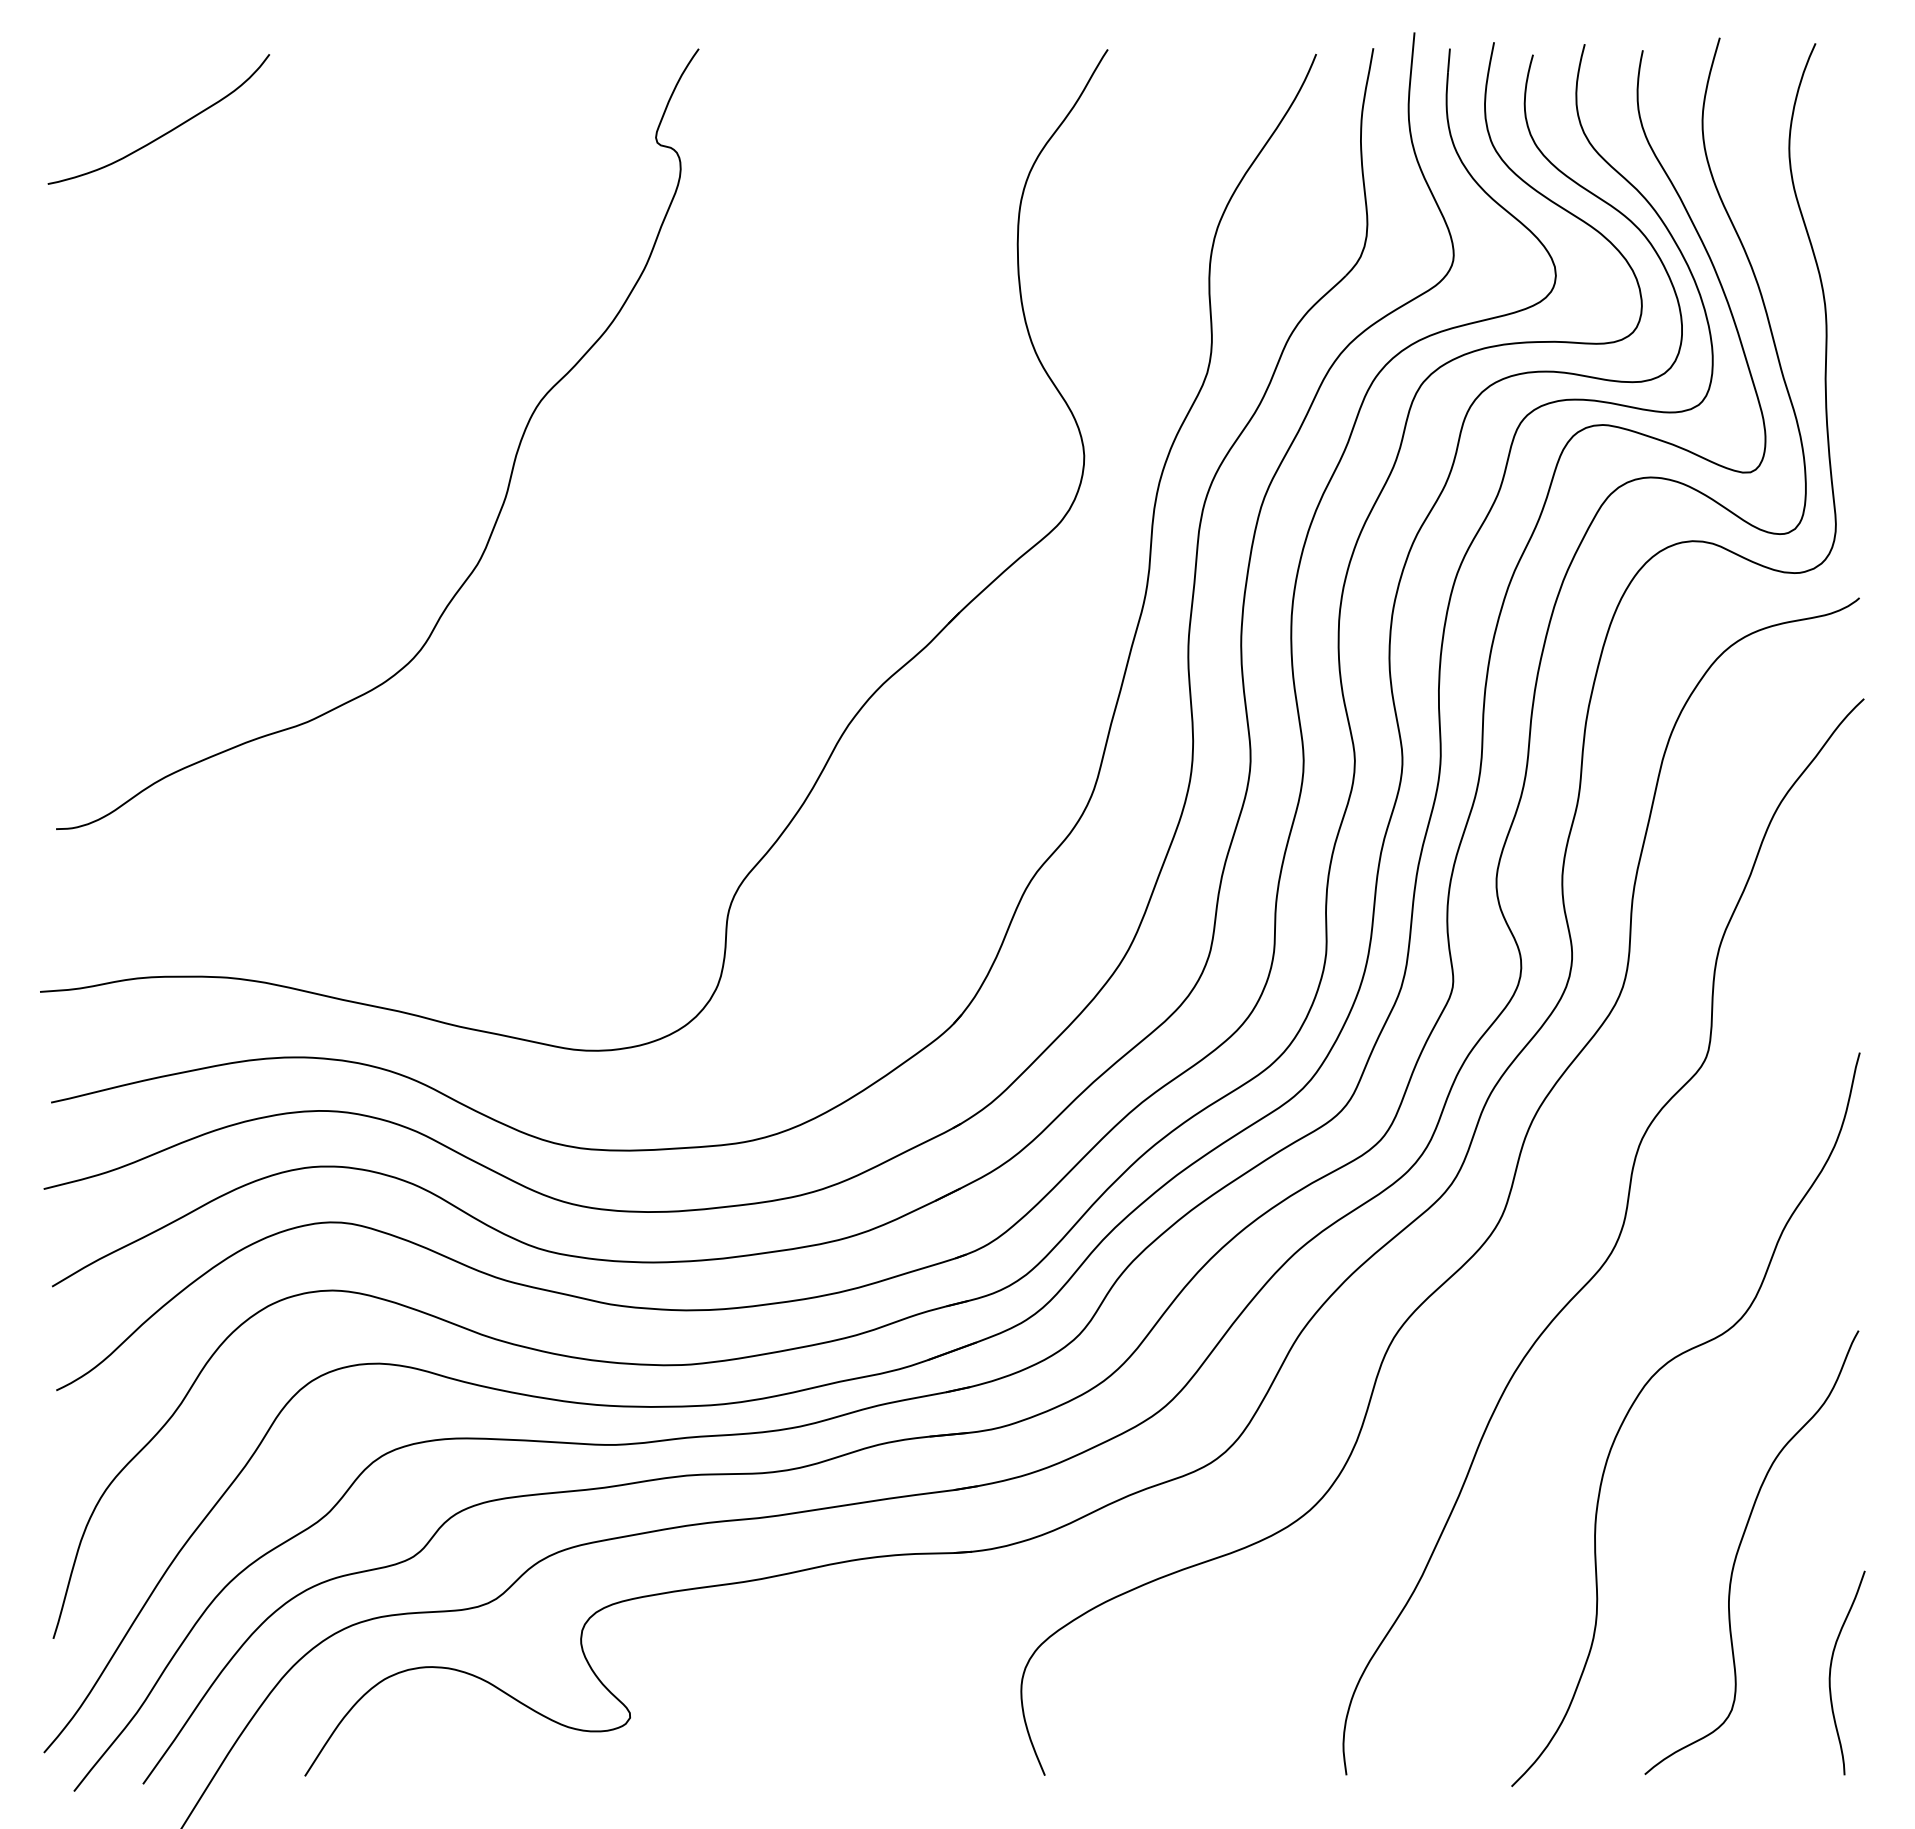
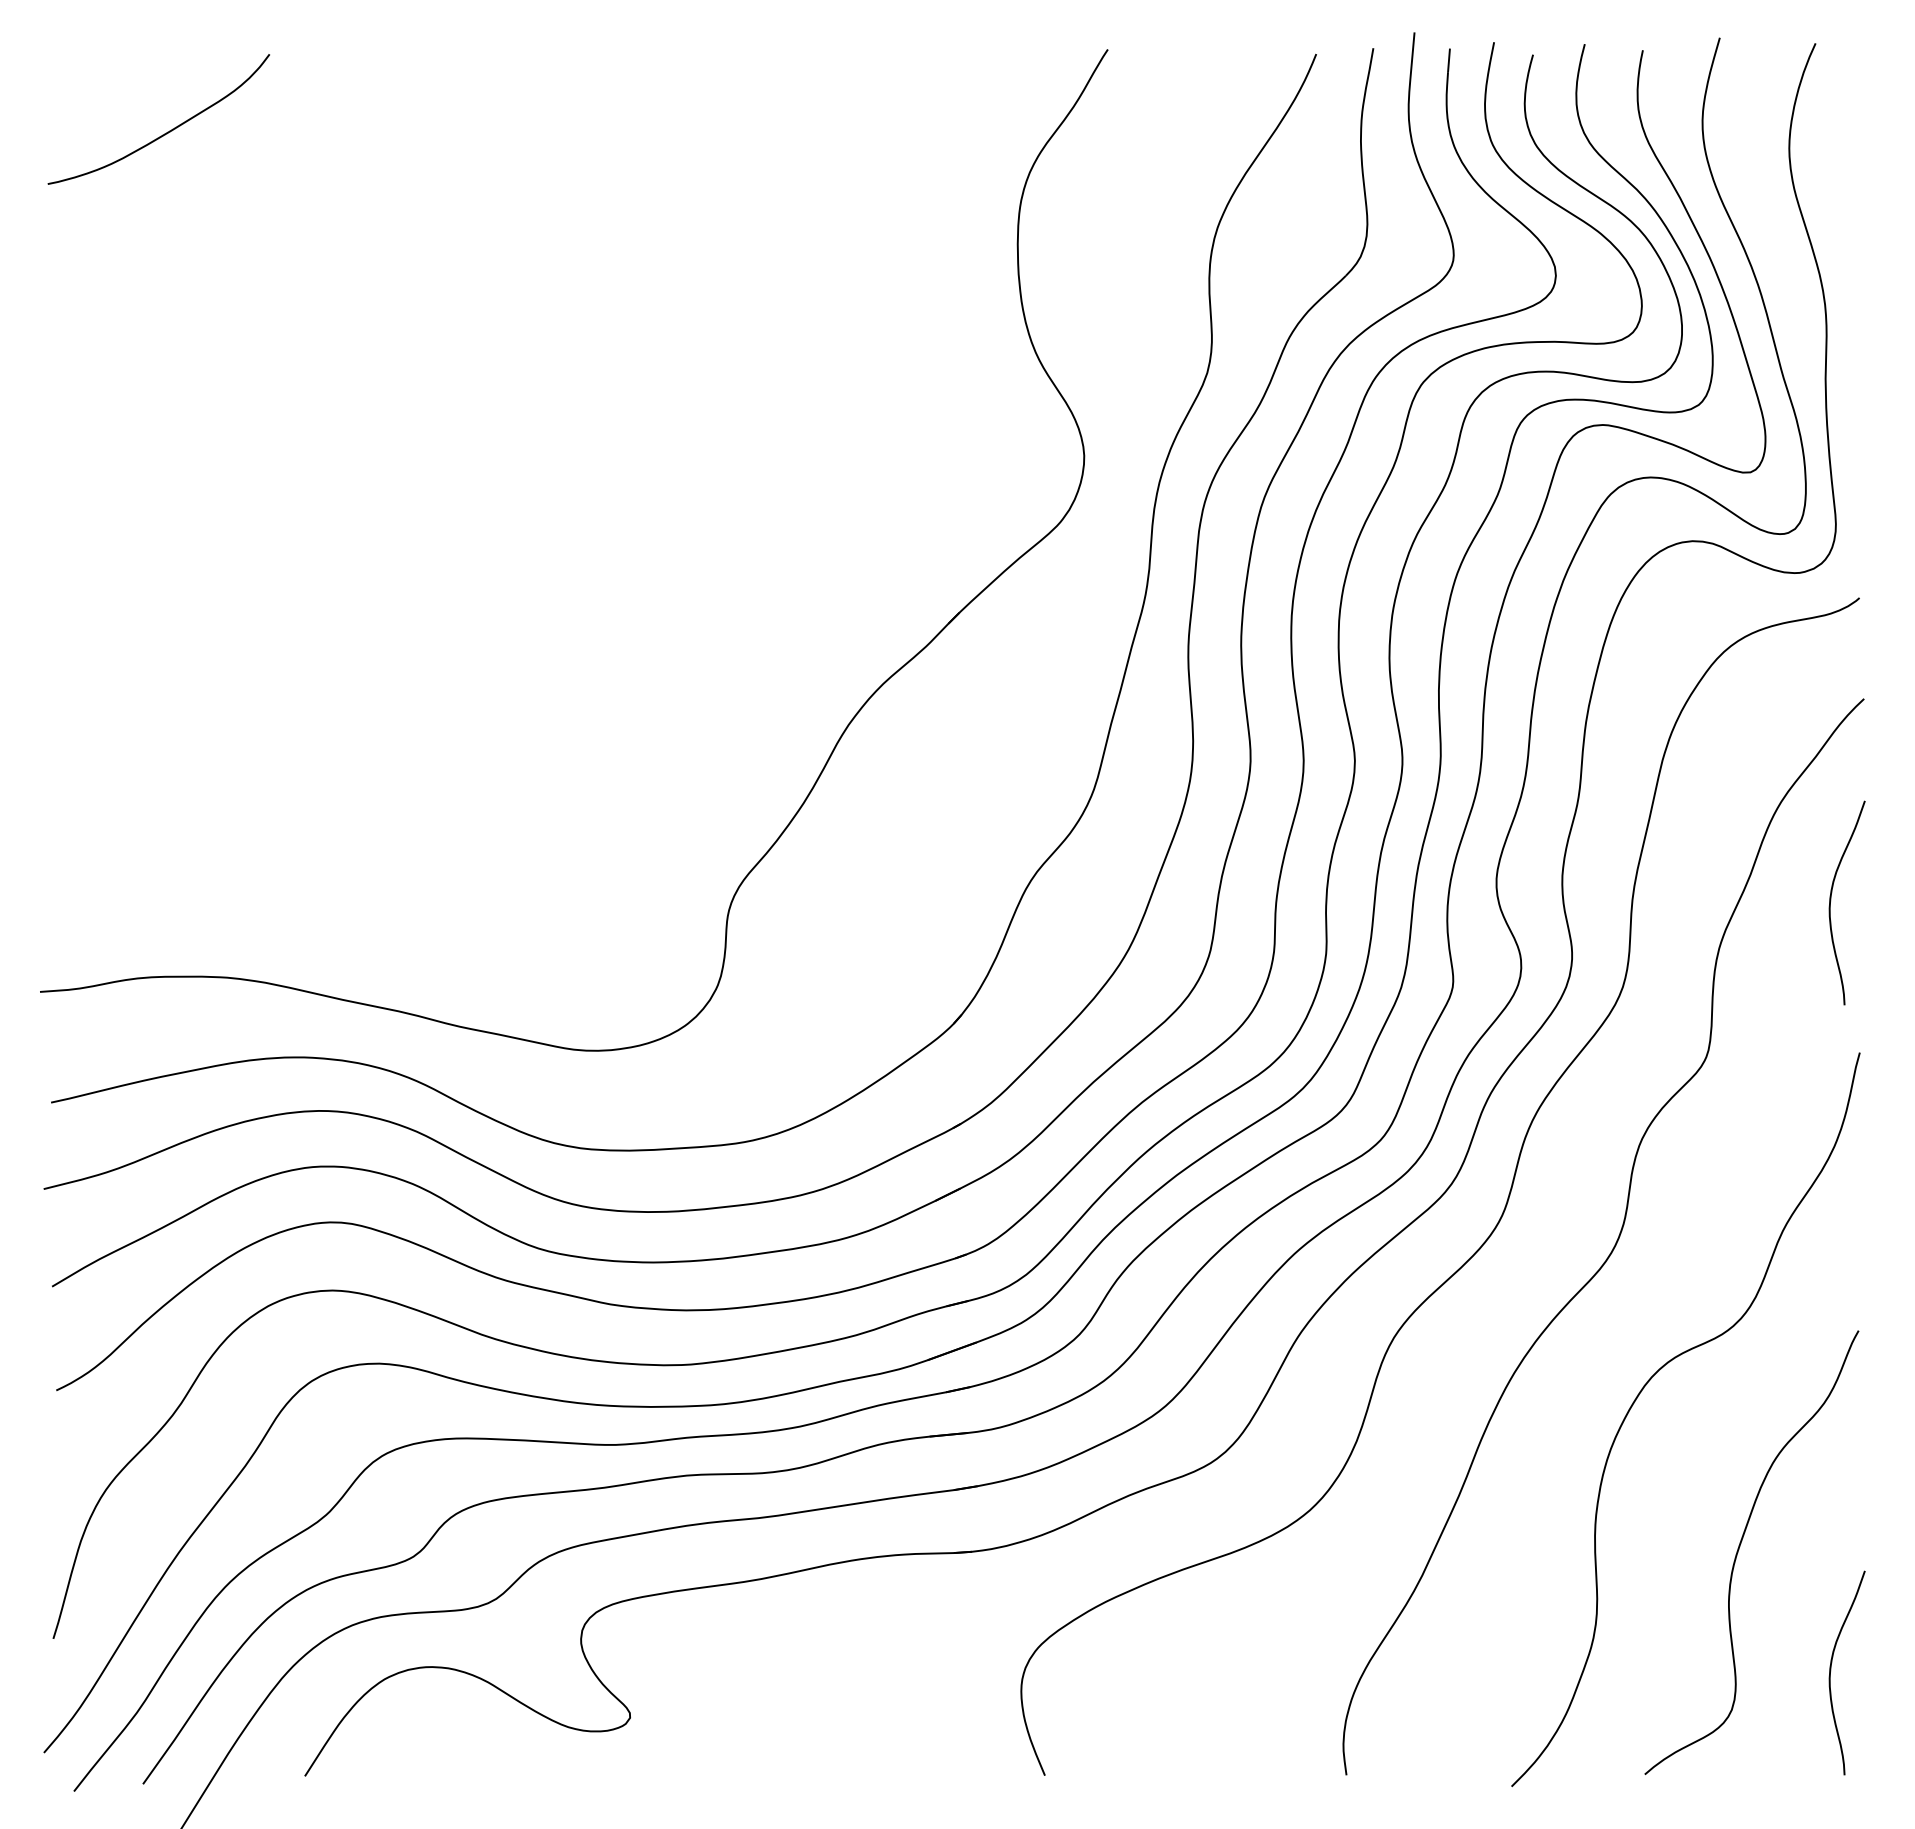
curve at (510, 473): present -> none
curve at (1831, 900): none -> present
